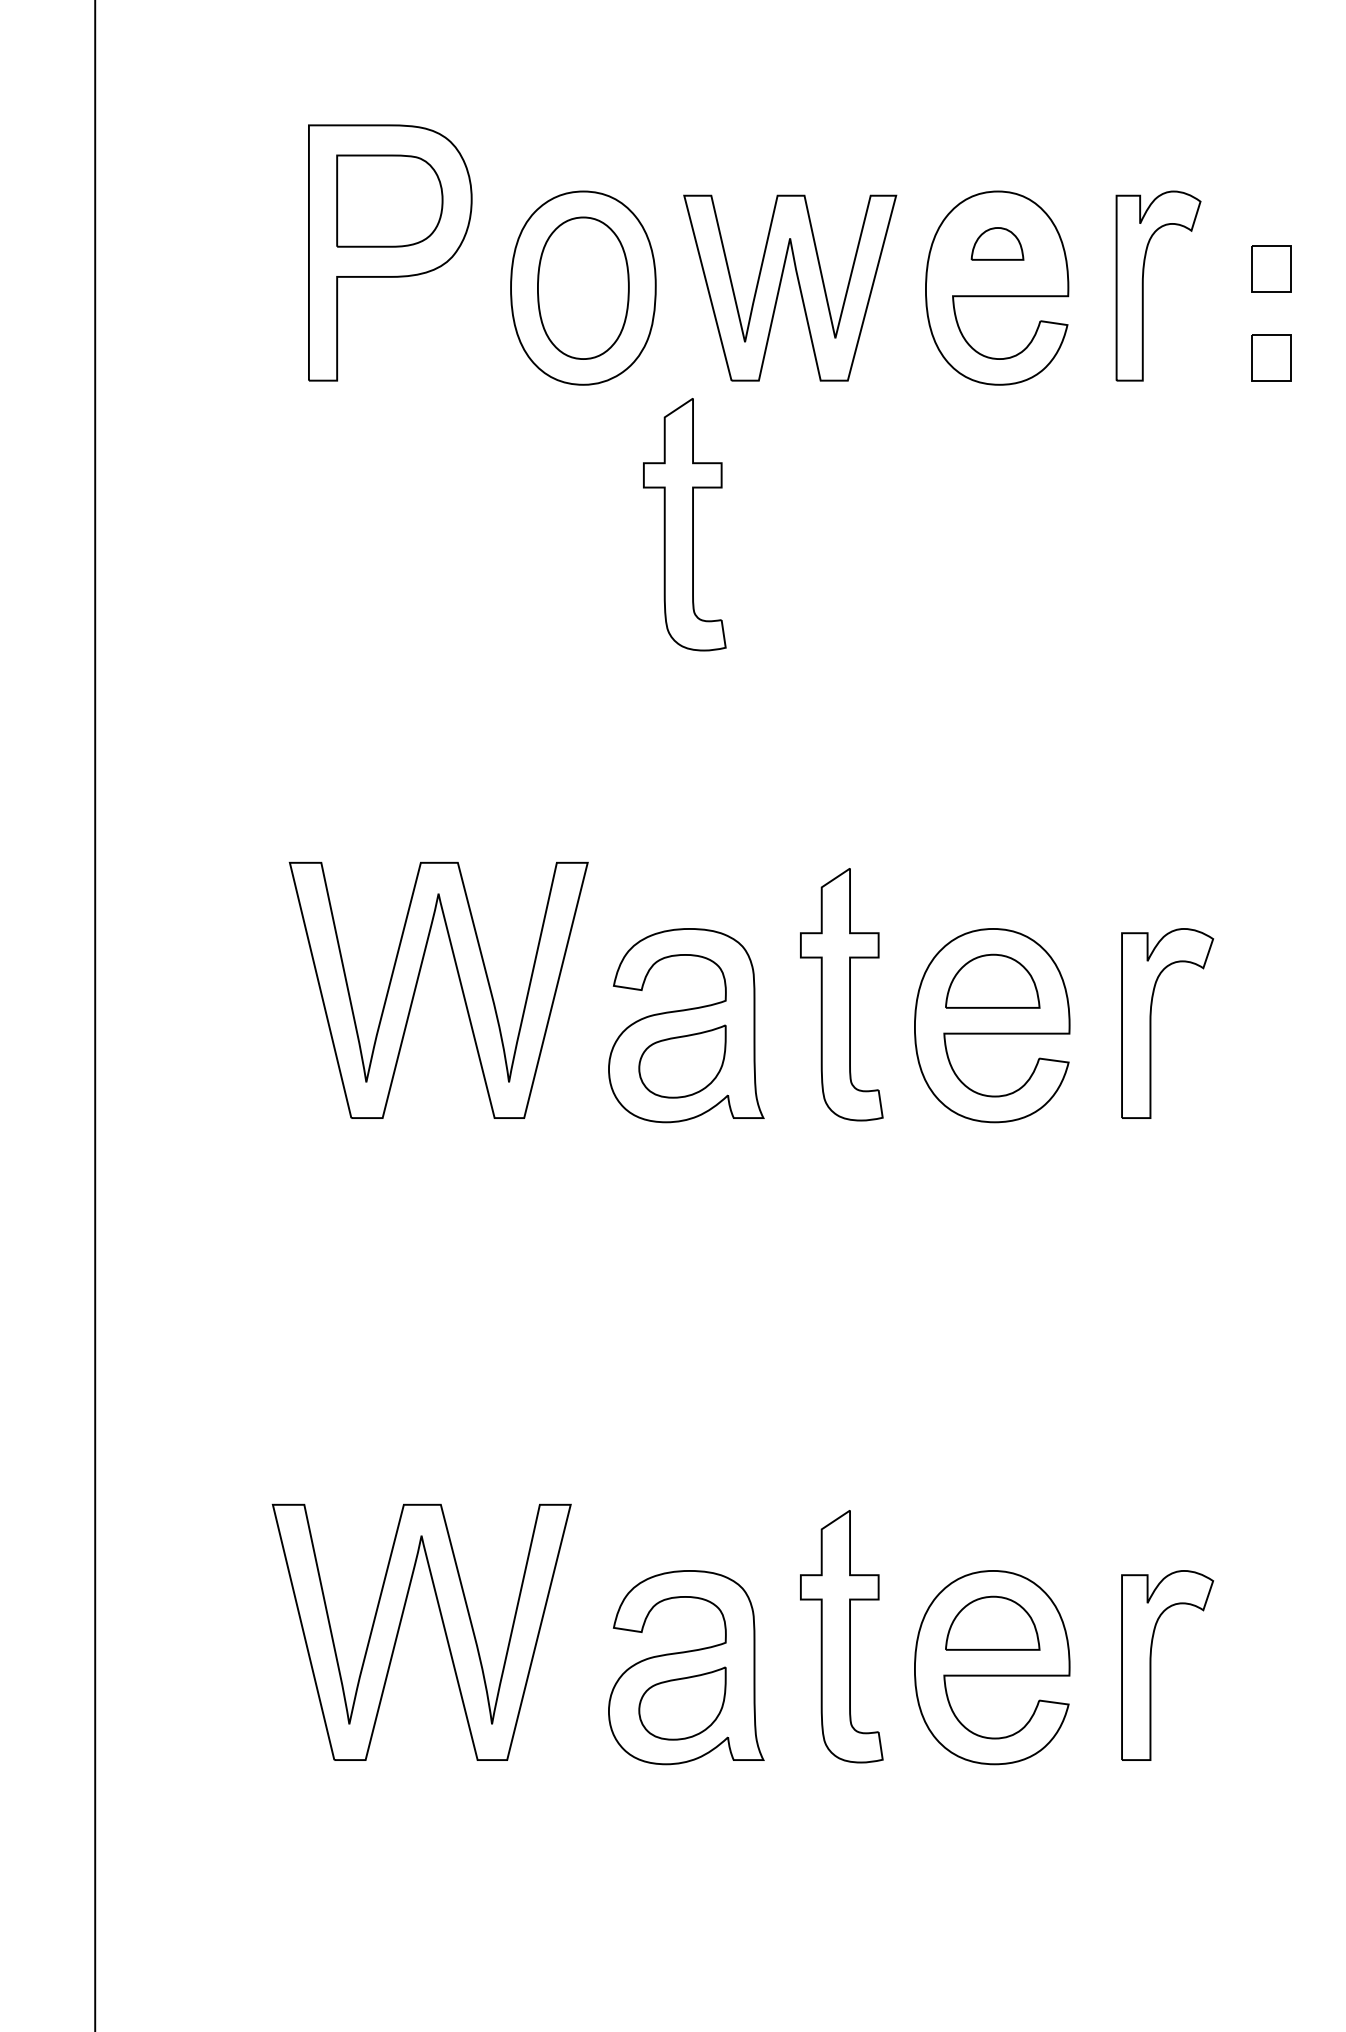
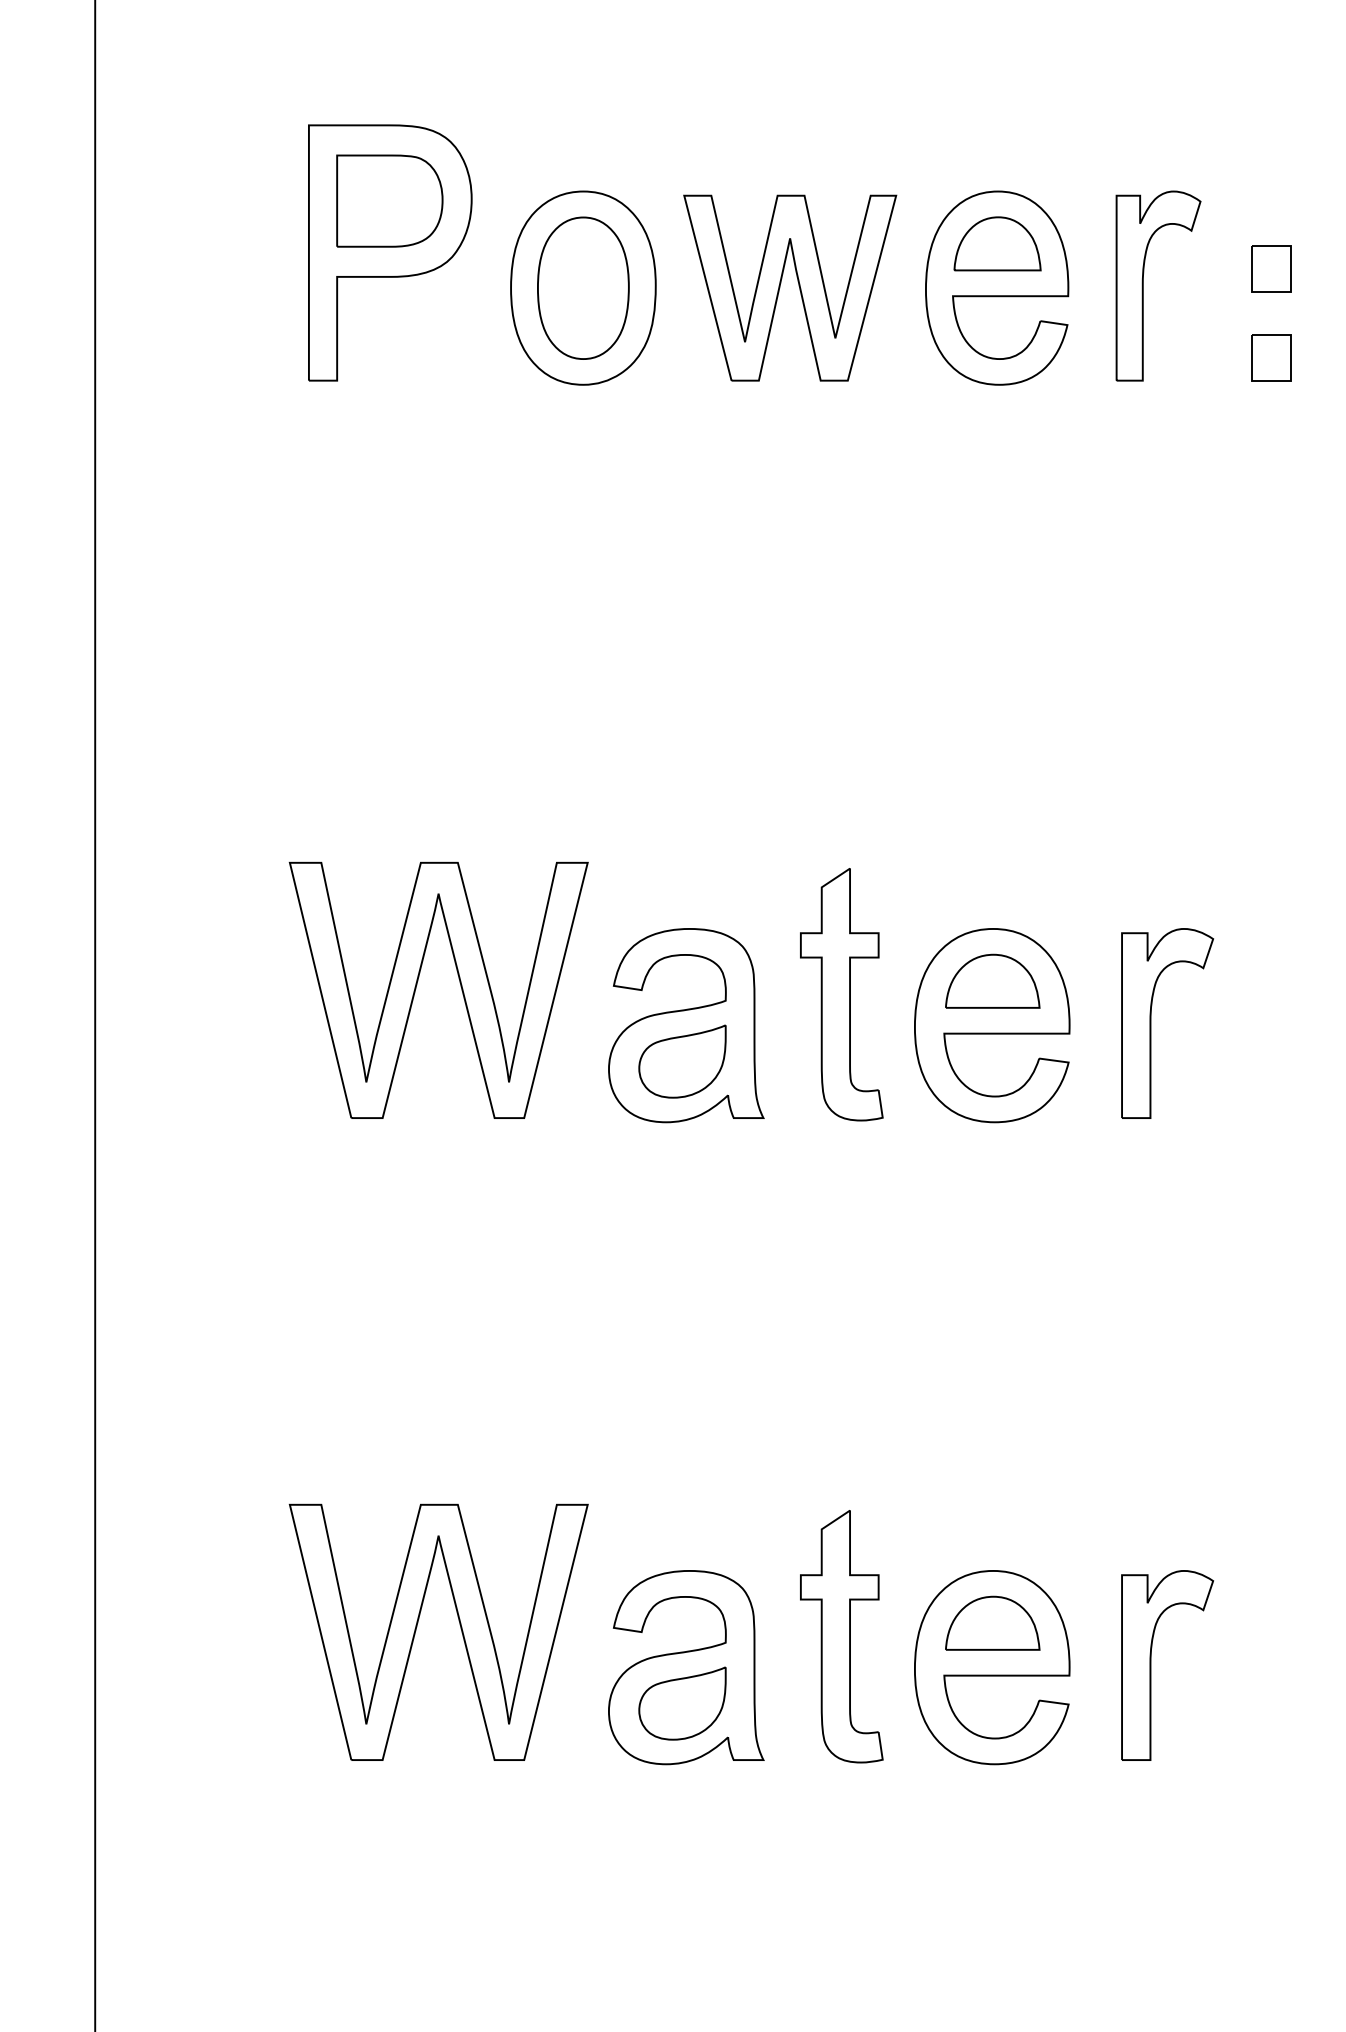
part at (997, 243) size: 55x34 px -> 89x56 px
part at (684, 524): present -> none
part at (400, 1627) position: (400, 1627) -> (417, 1627)
